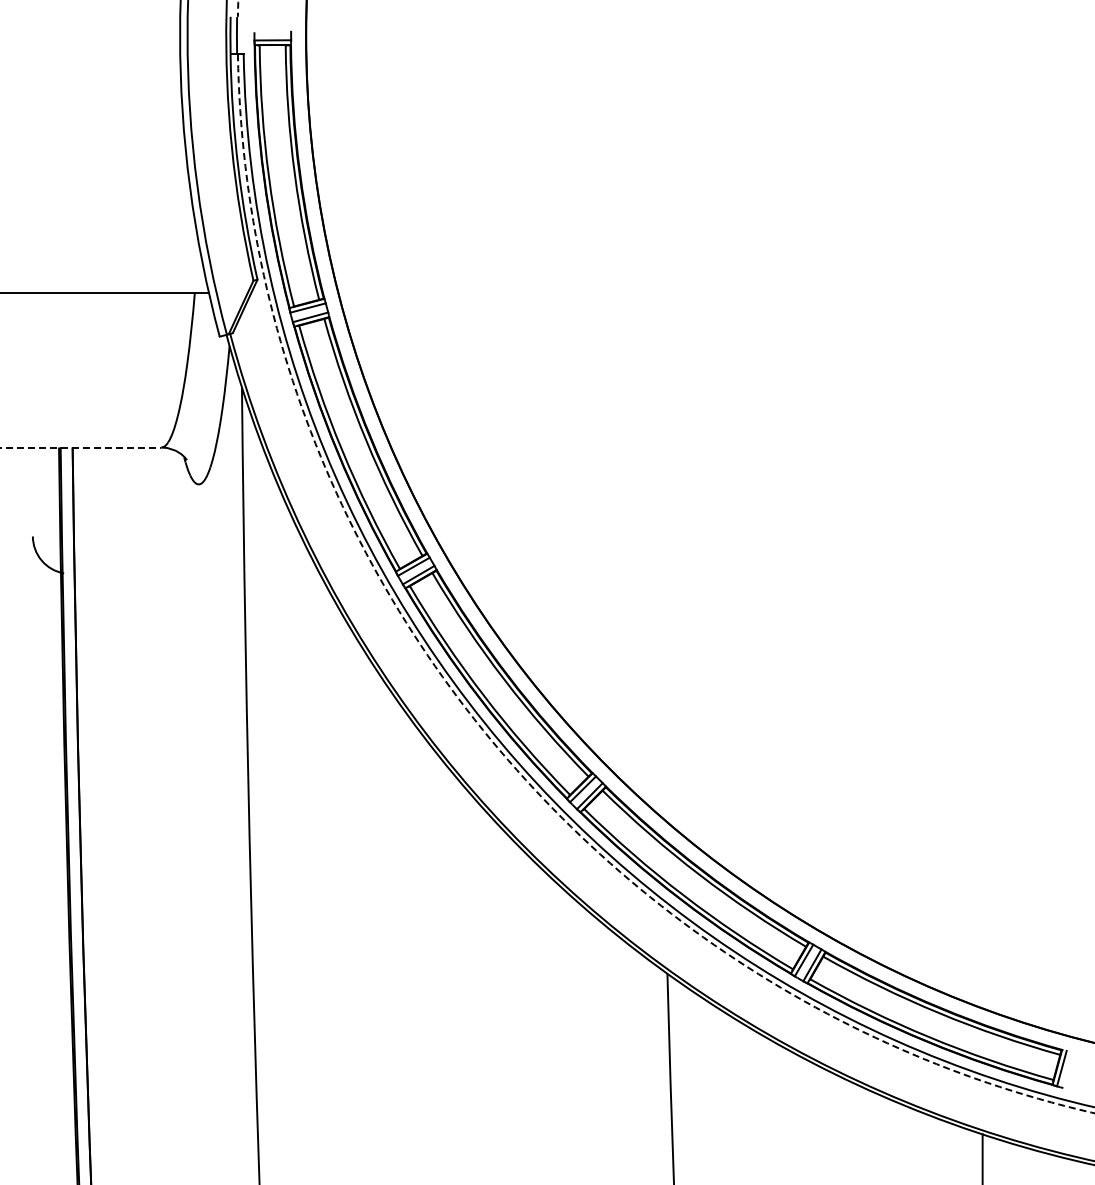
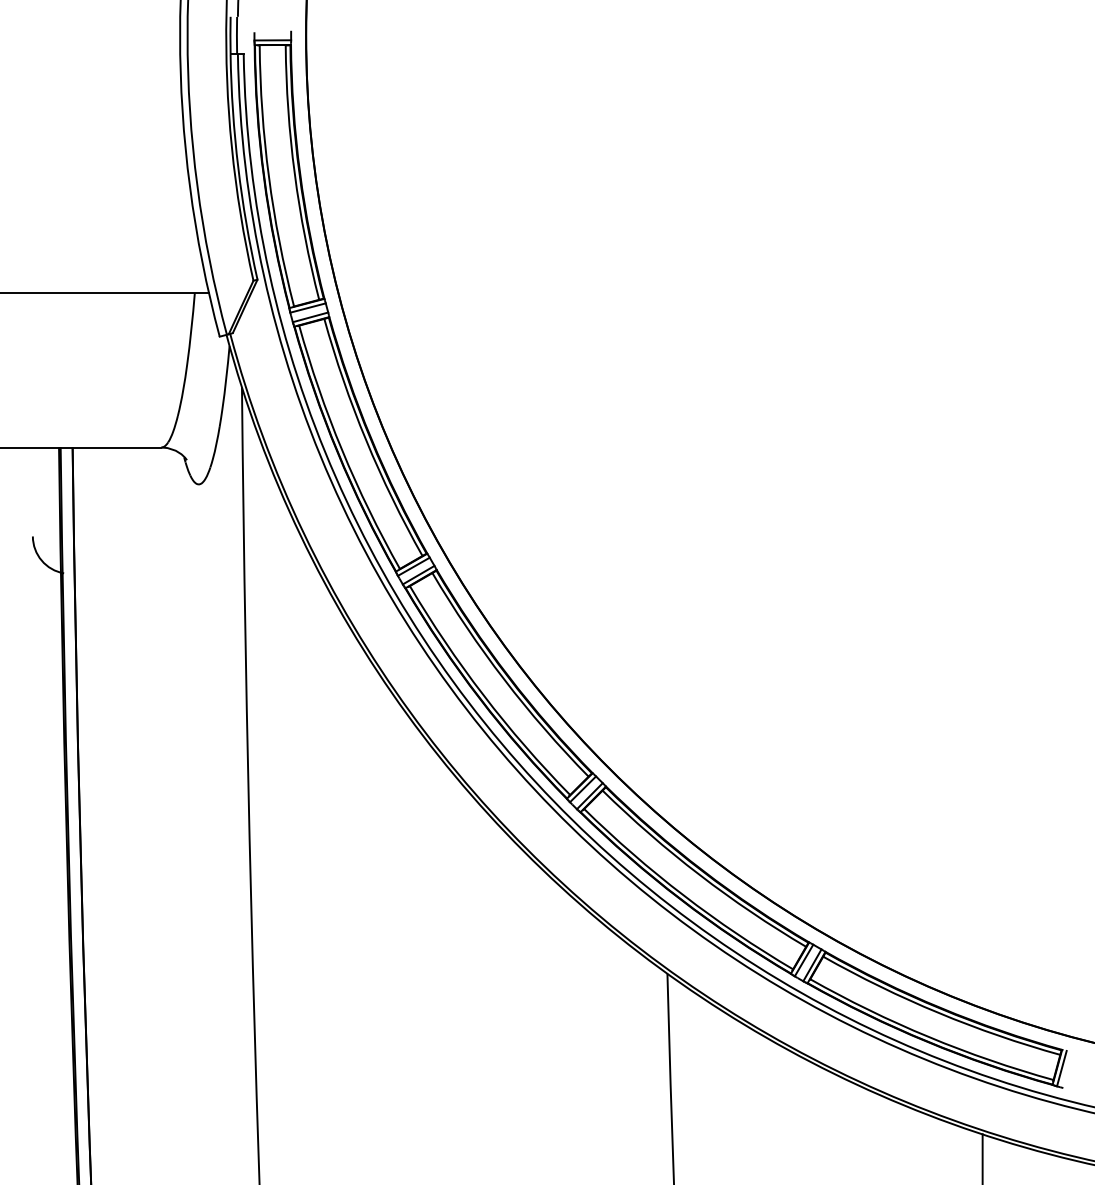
line at (81, 447): dashed -> solid
arc at (490, 738): dashed -> solid
